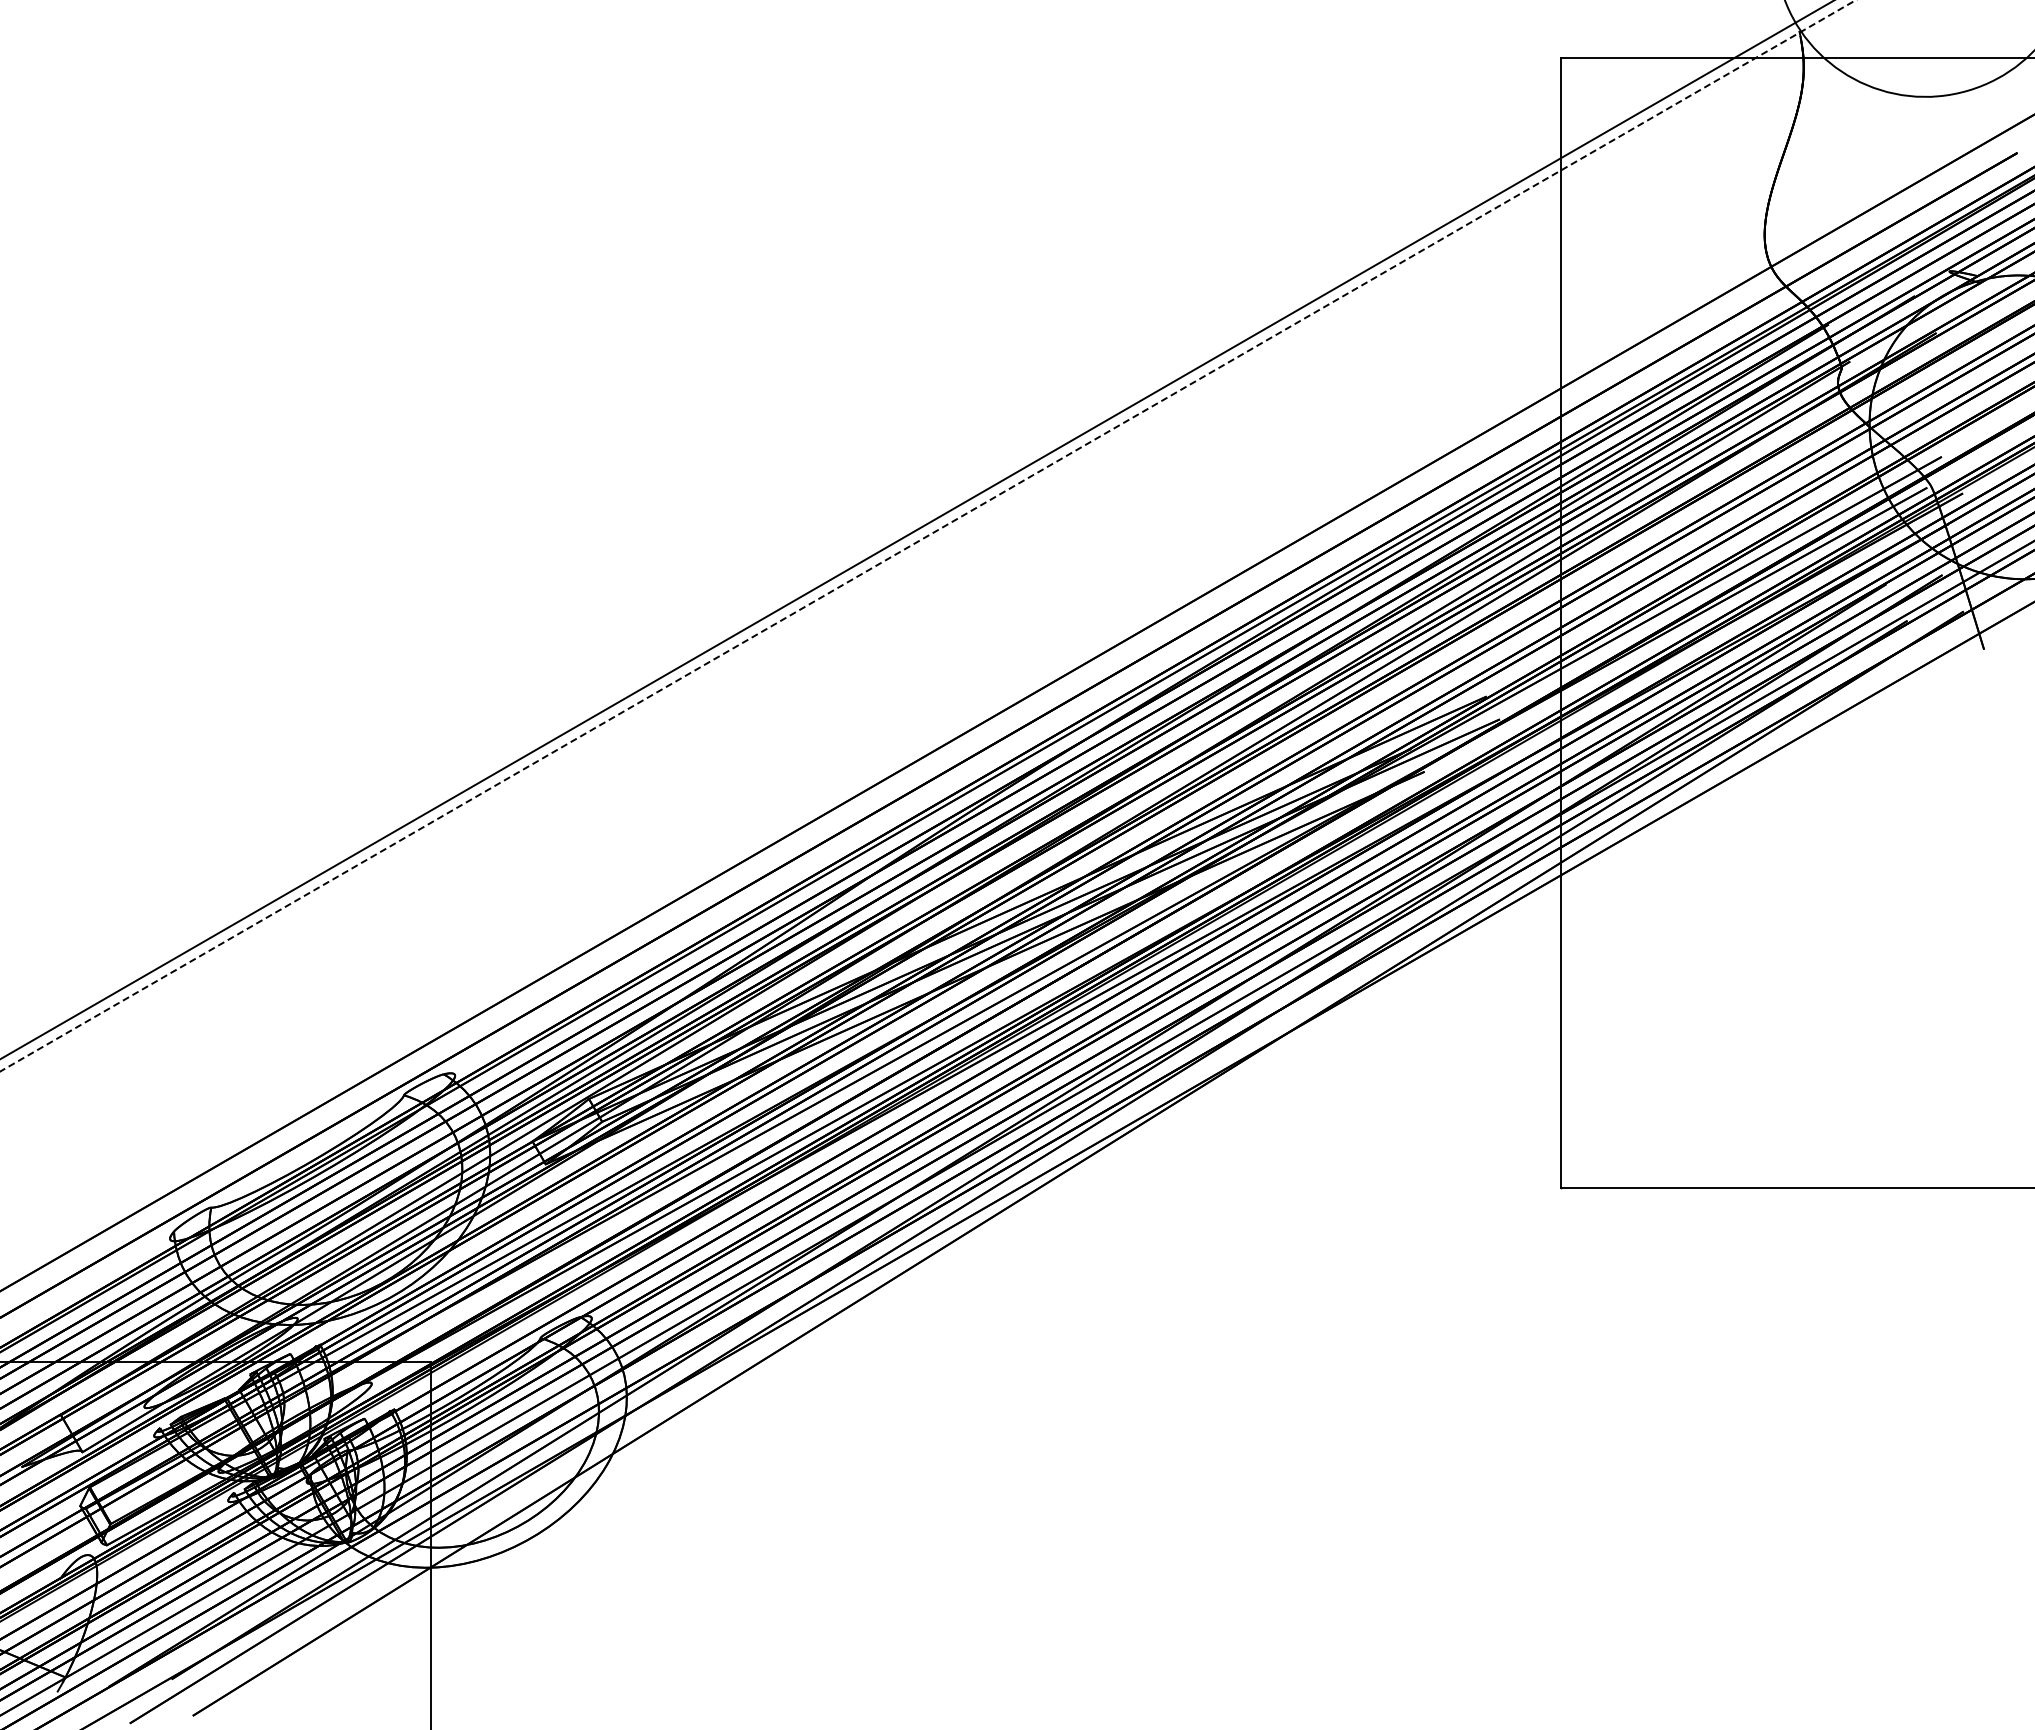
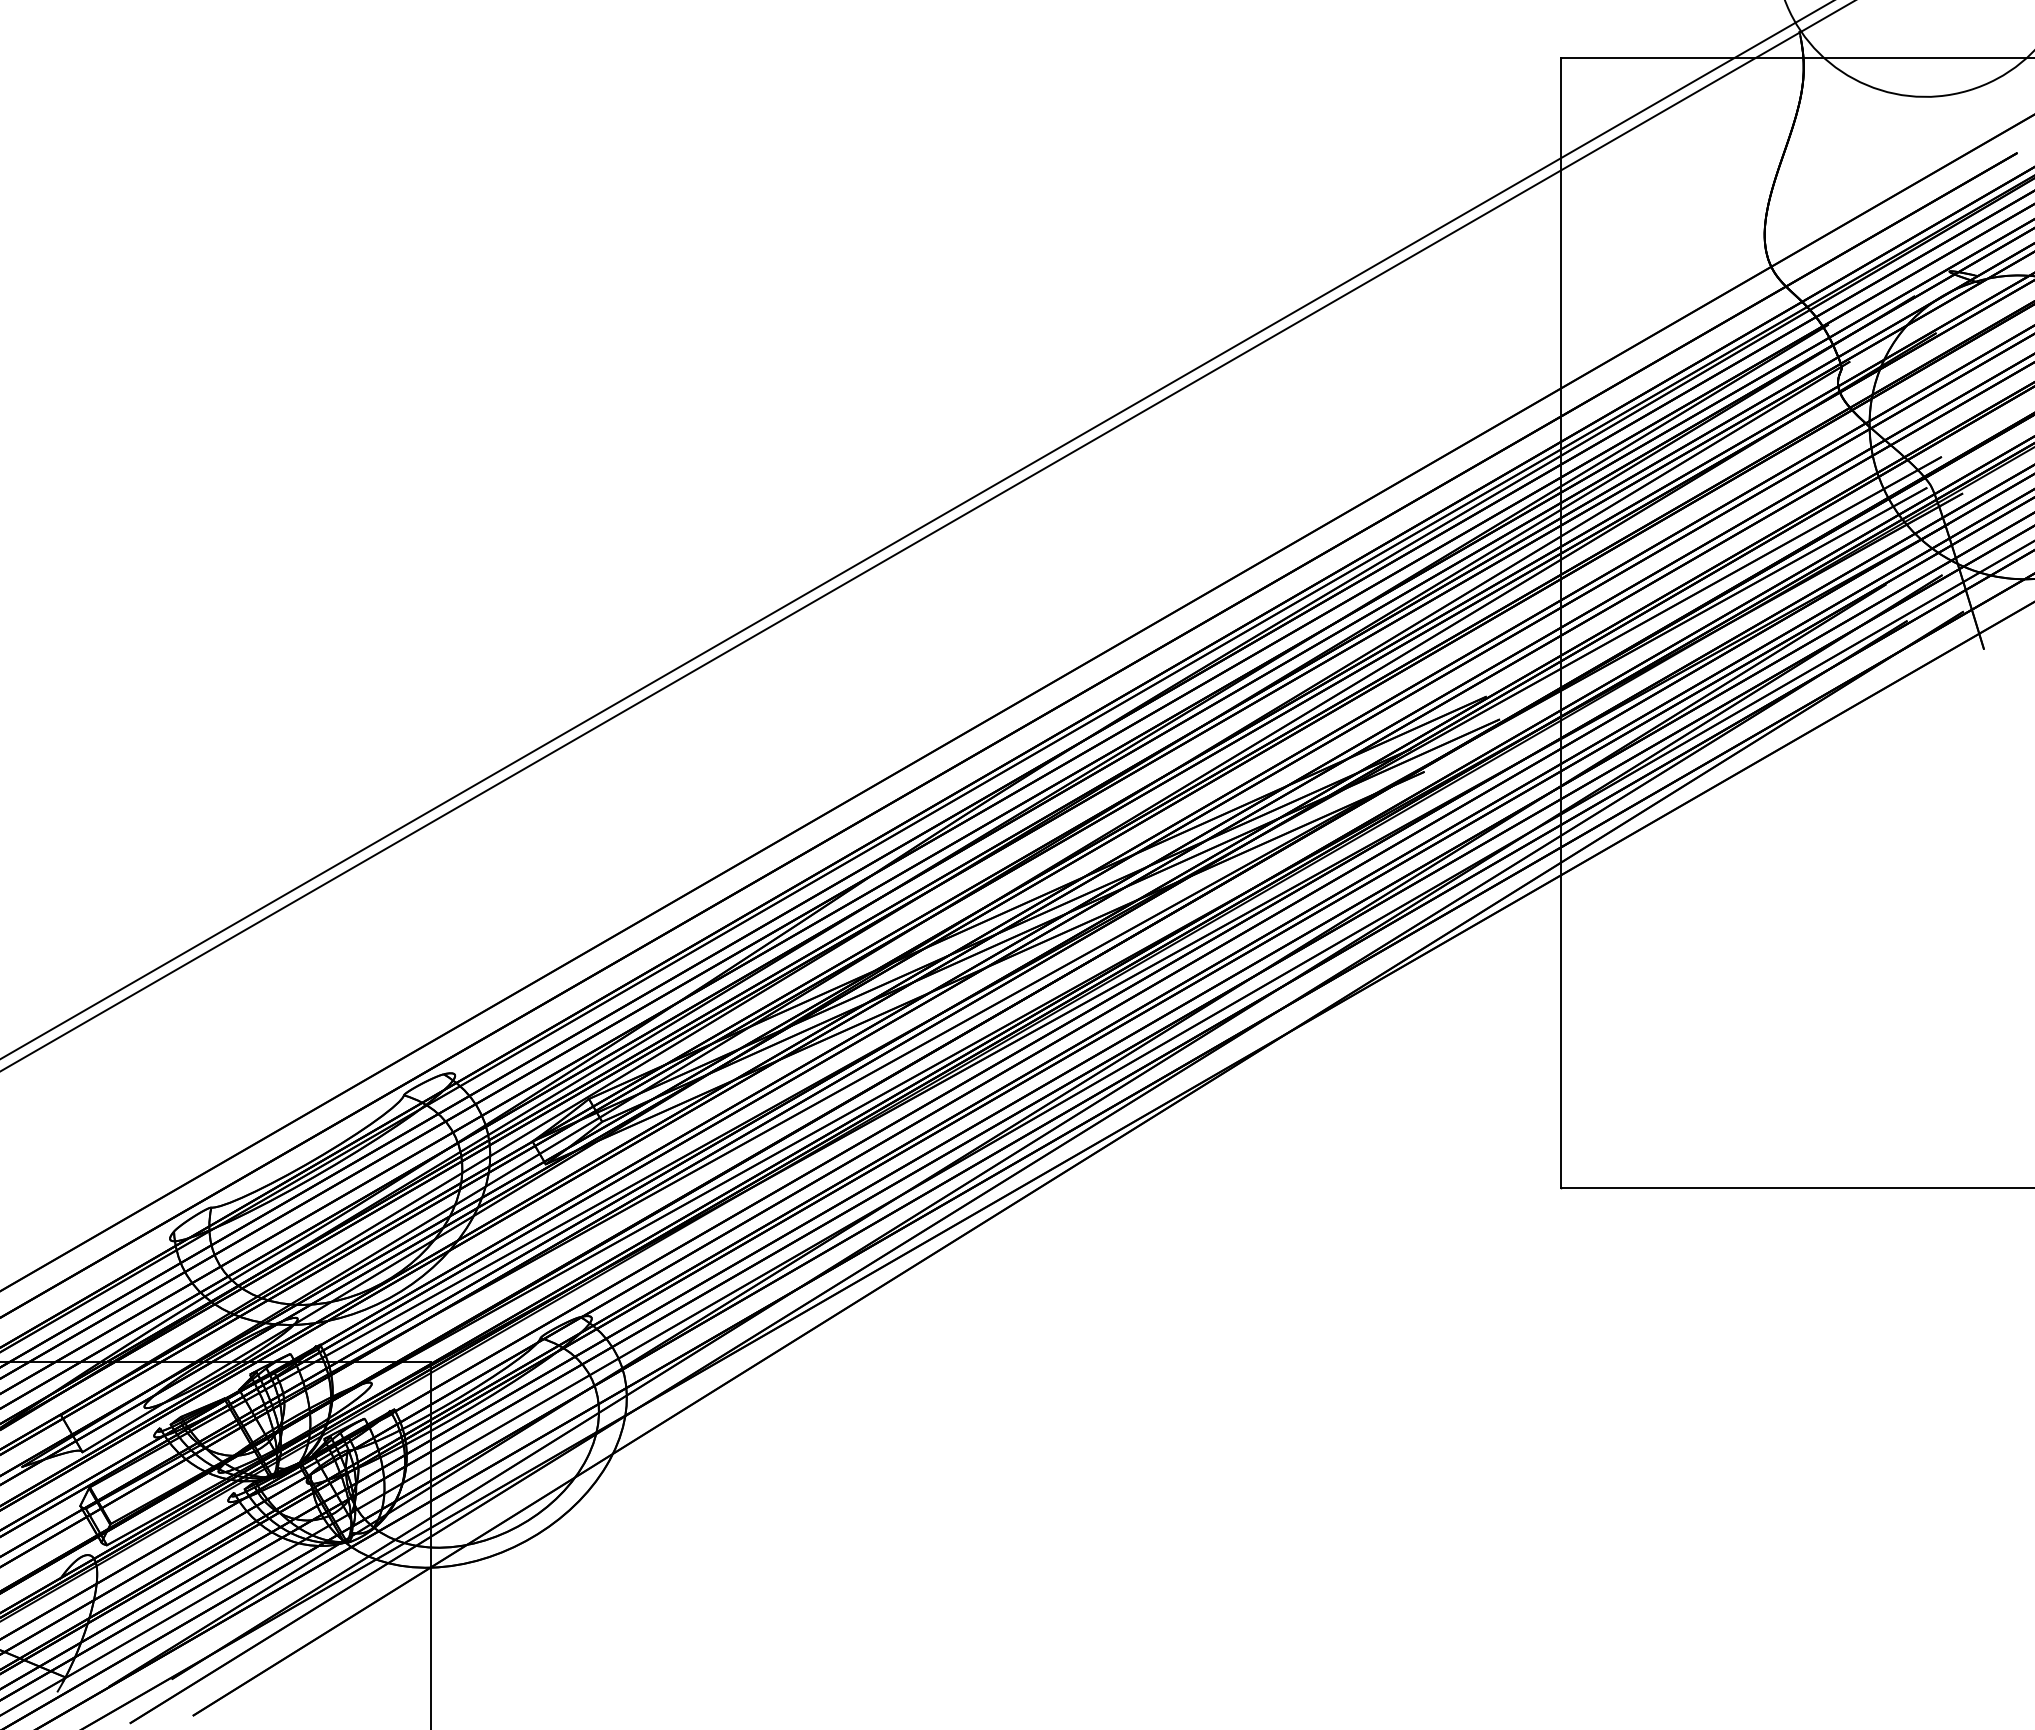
line at (927, 536): dashed -> solid
